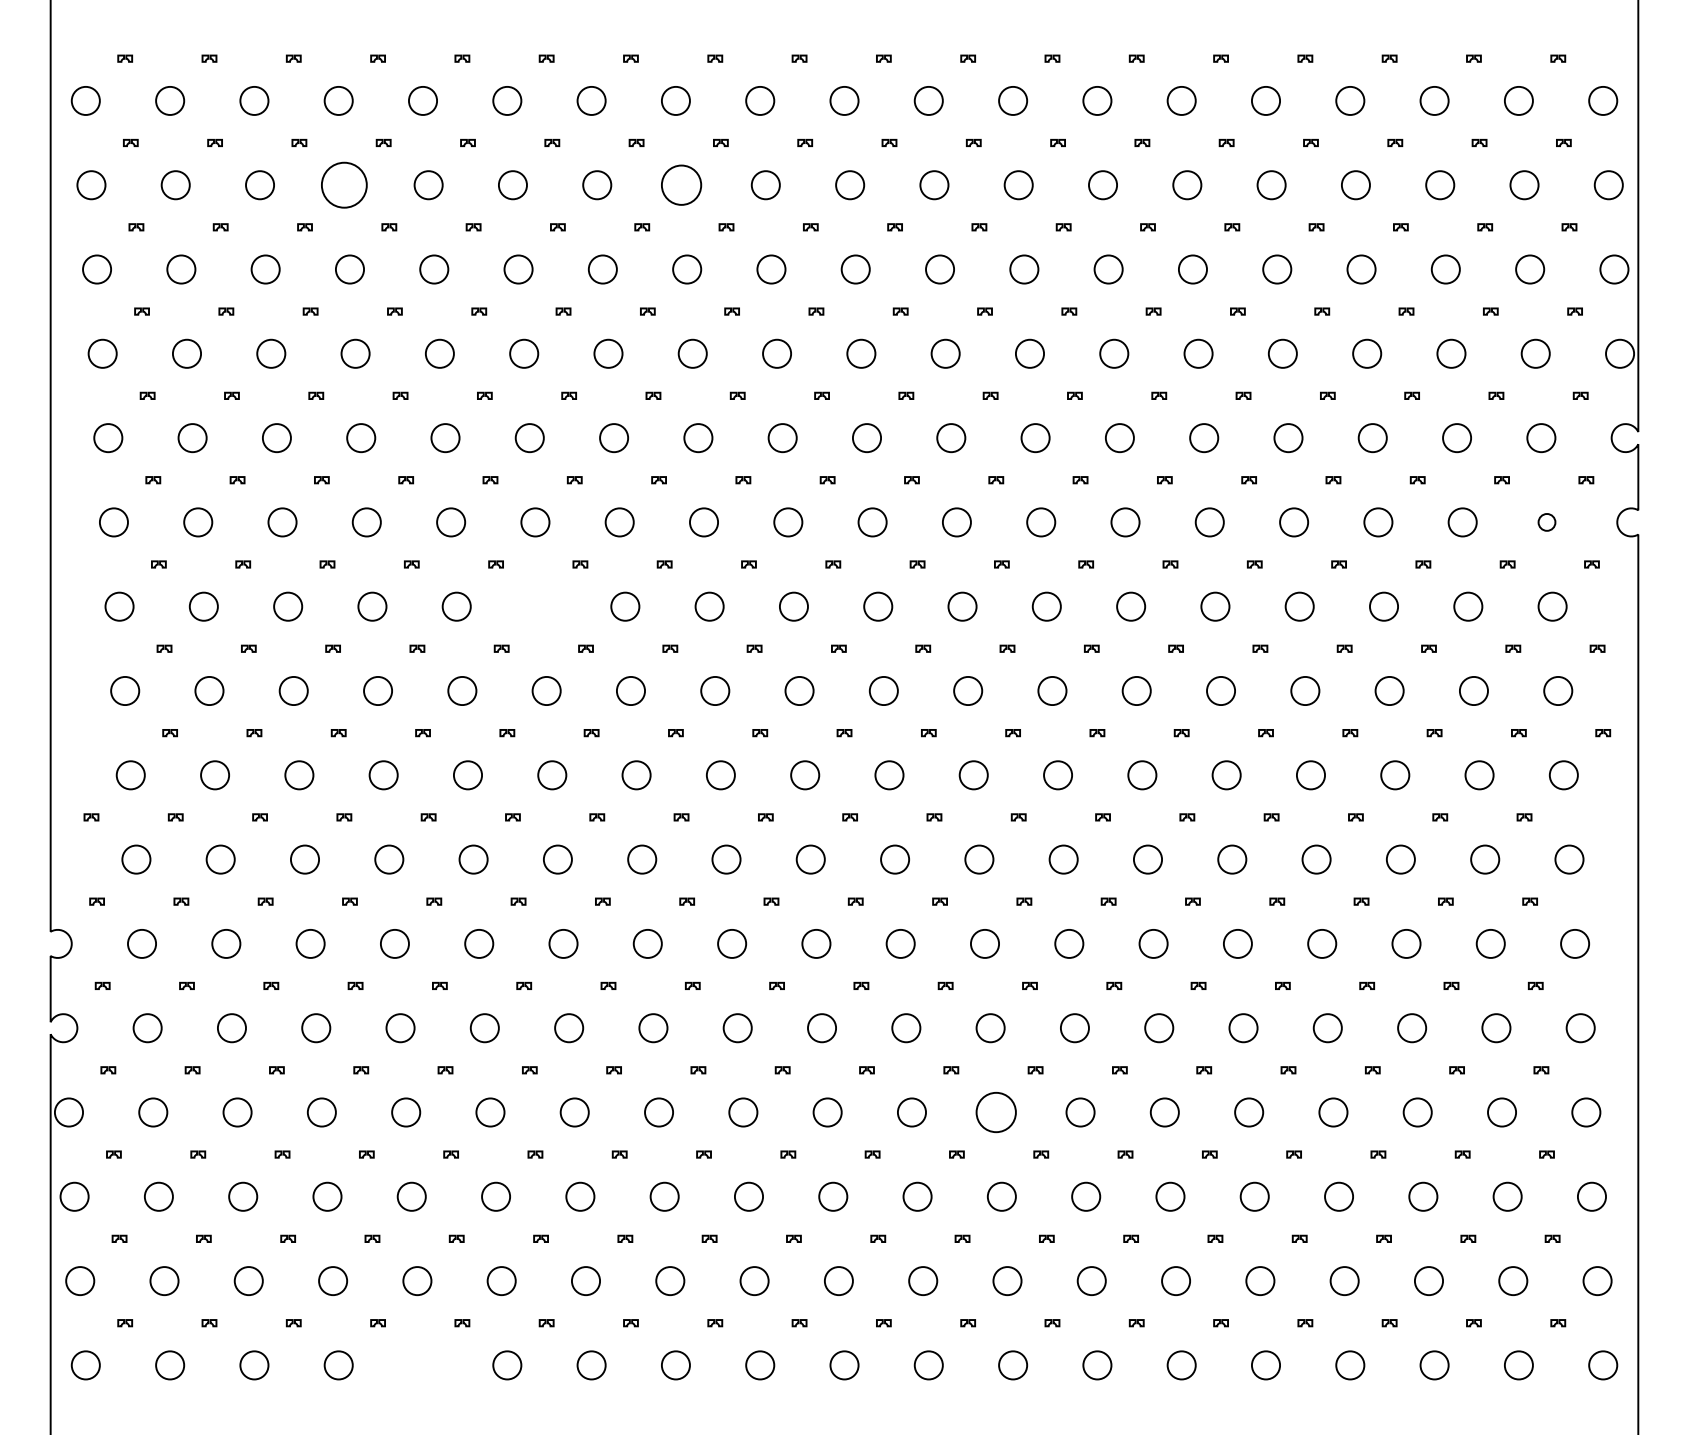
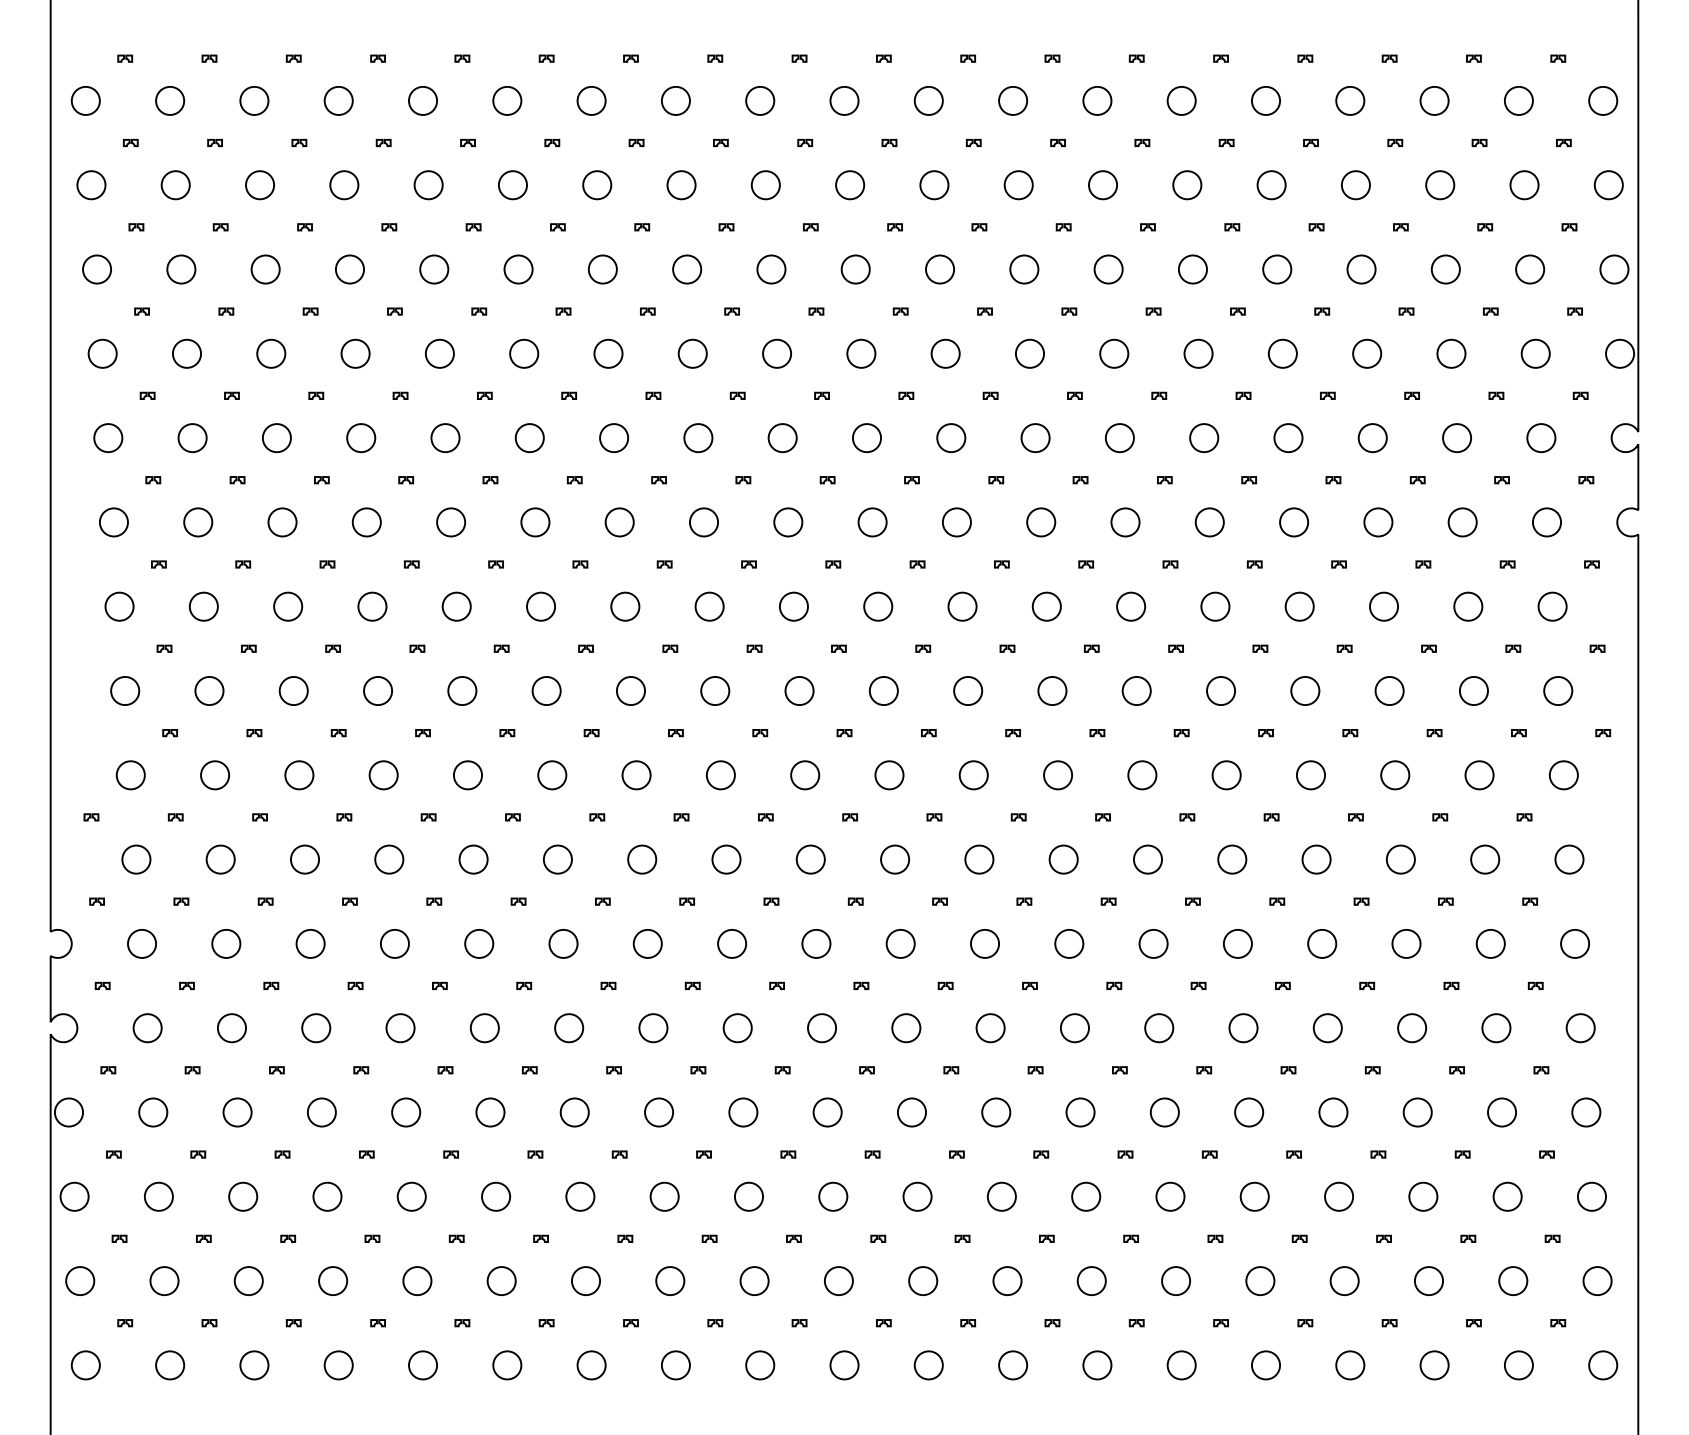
circle at (343, 184) diameter: 45 px -> 28 px
circle at (681, 184) diameter: 39 px -> 28 px
circle at (1546, 521) diameter: 17 px -> 28 px
circle at (540, 606): none -> present
circle at (995, 1112) diameter: 39 px -> 28 px
circle at (422, 1365): none -> present
